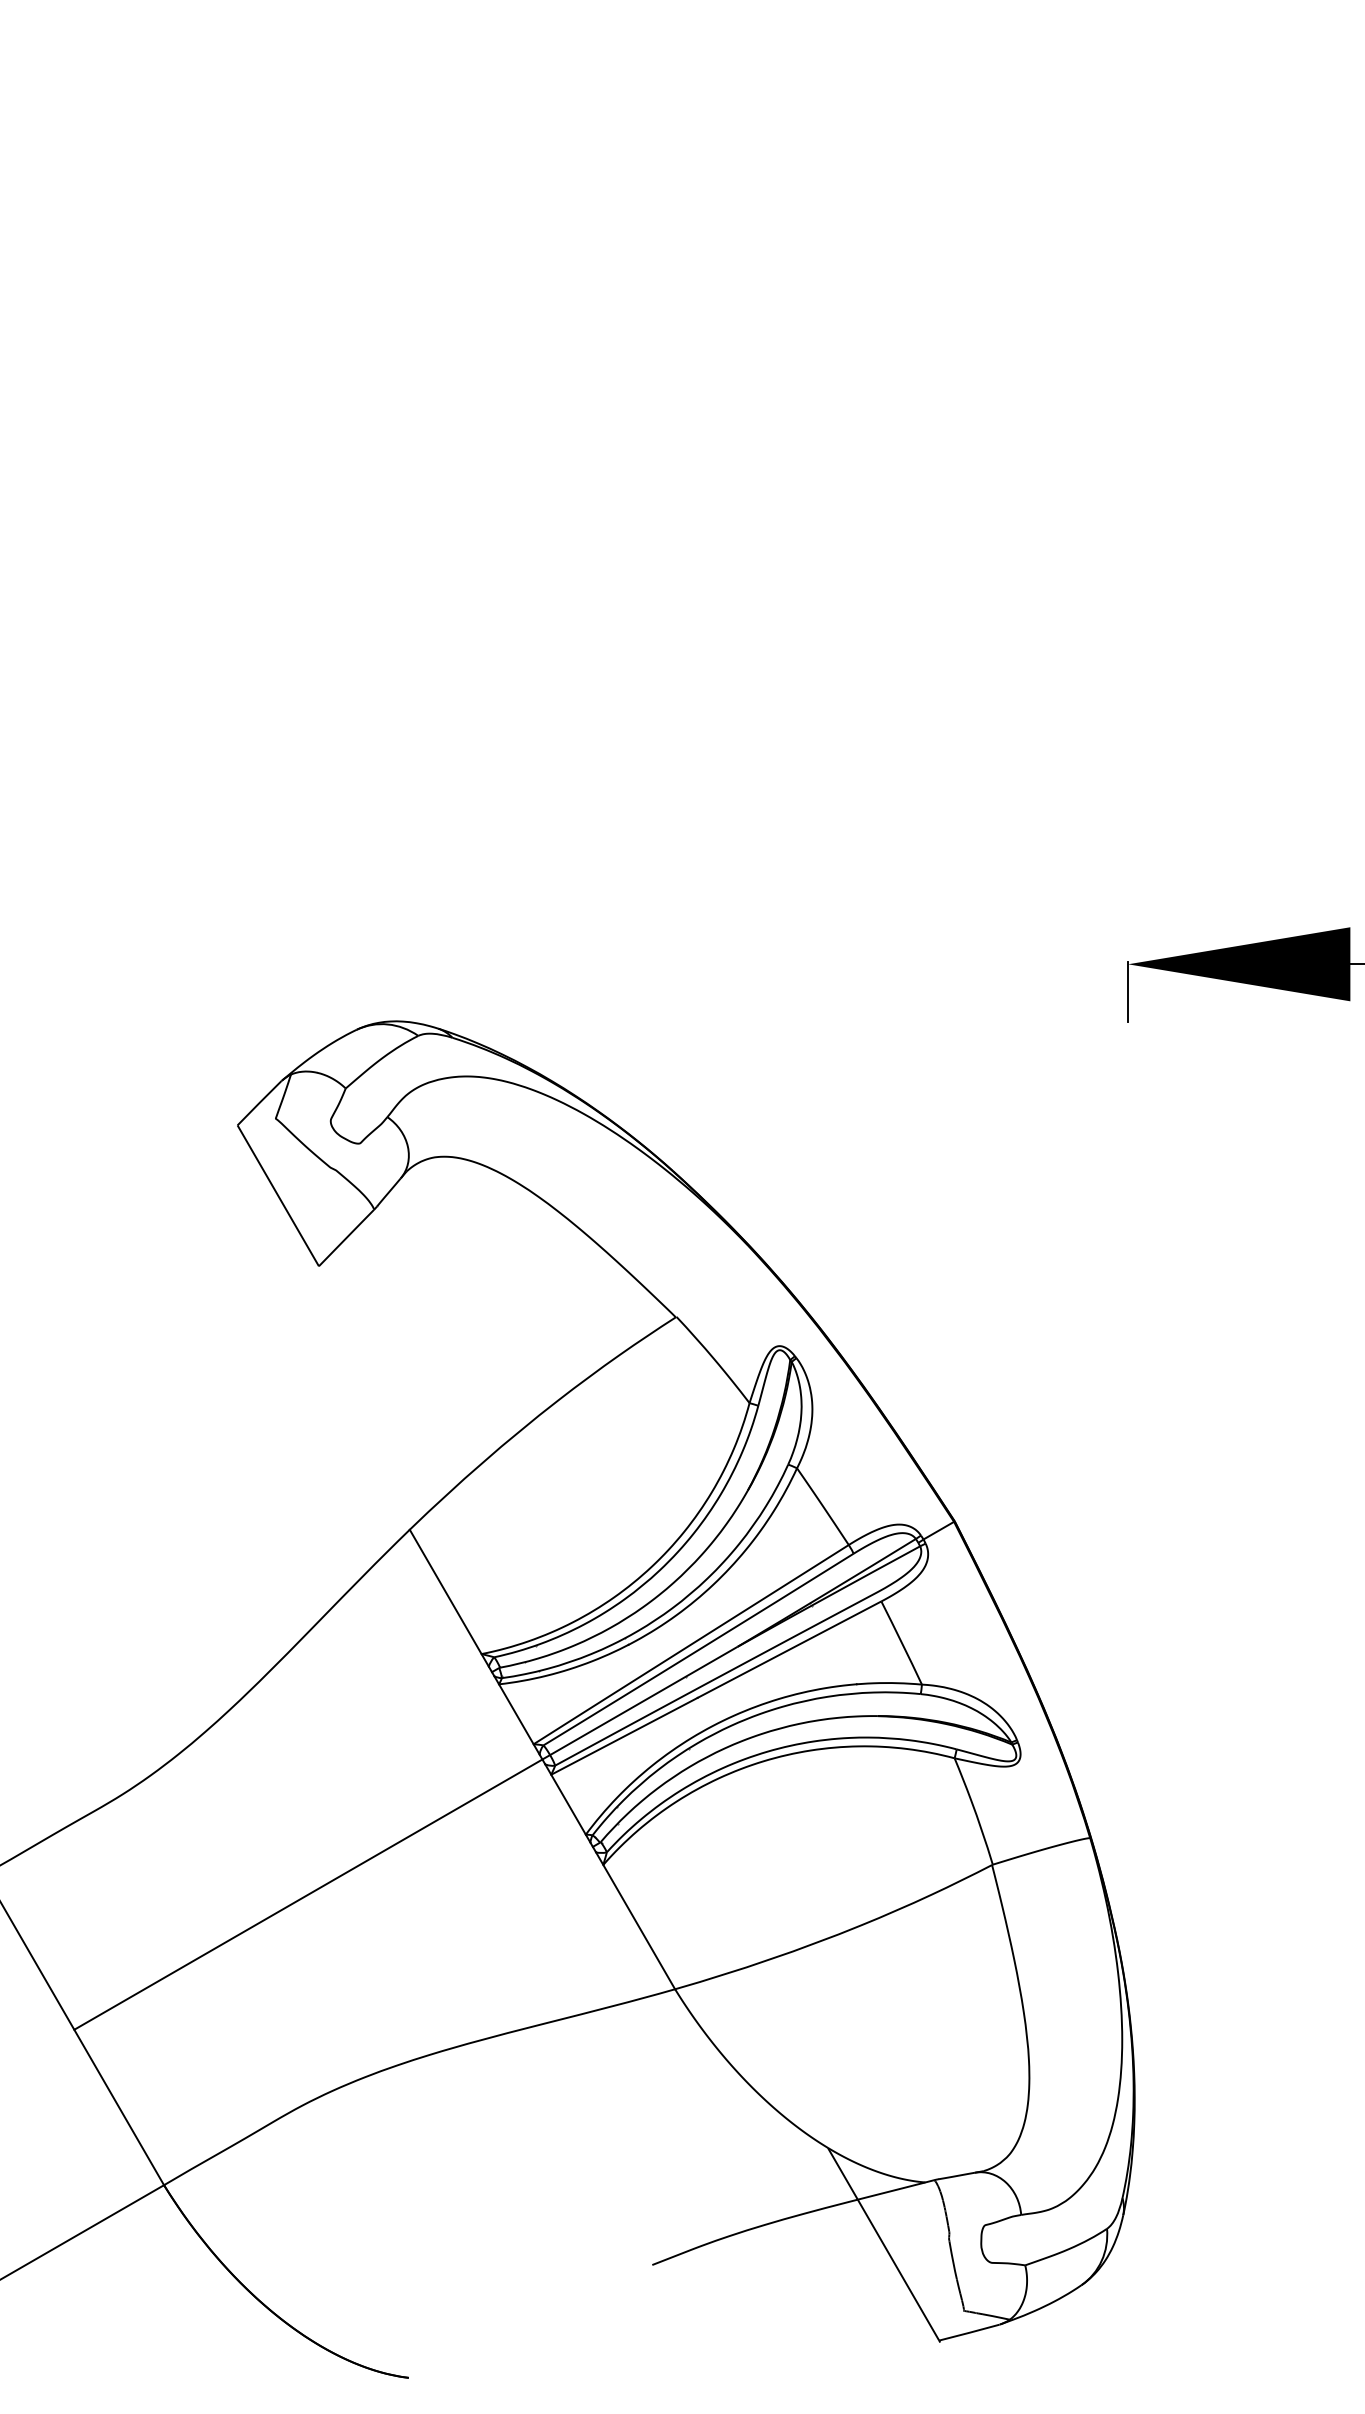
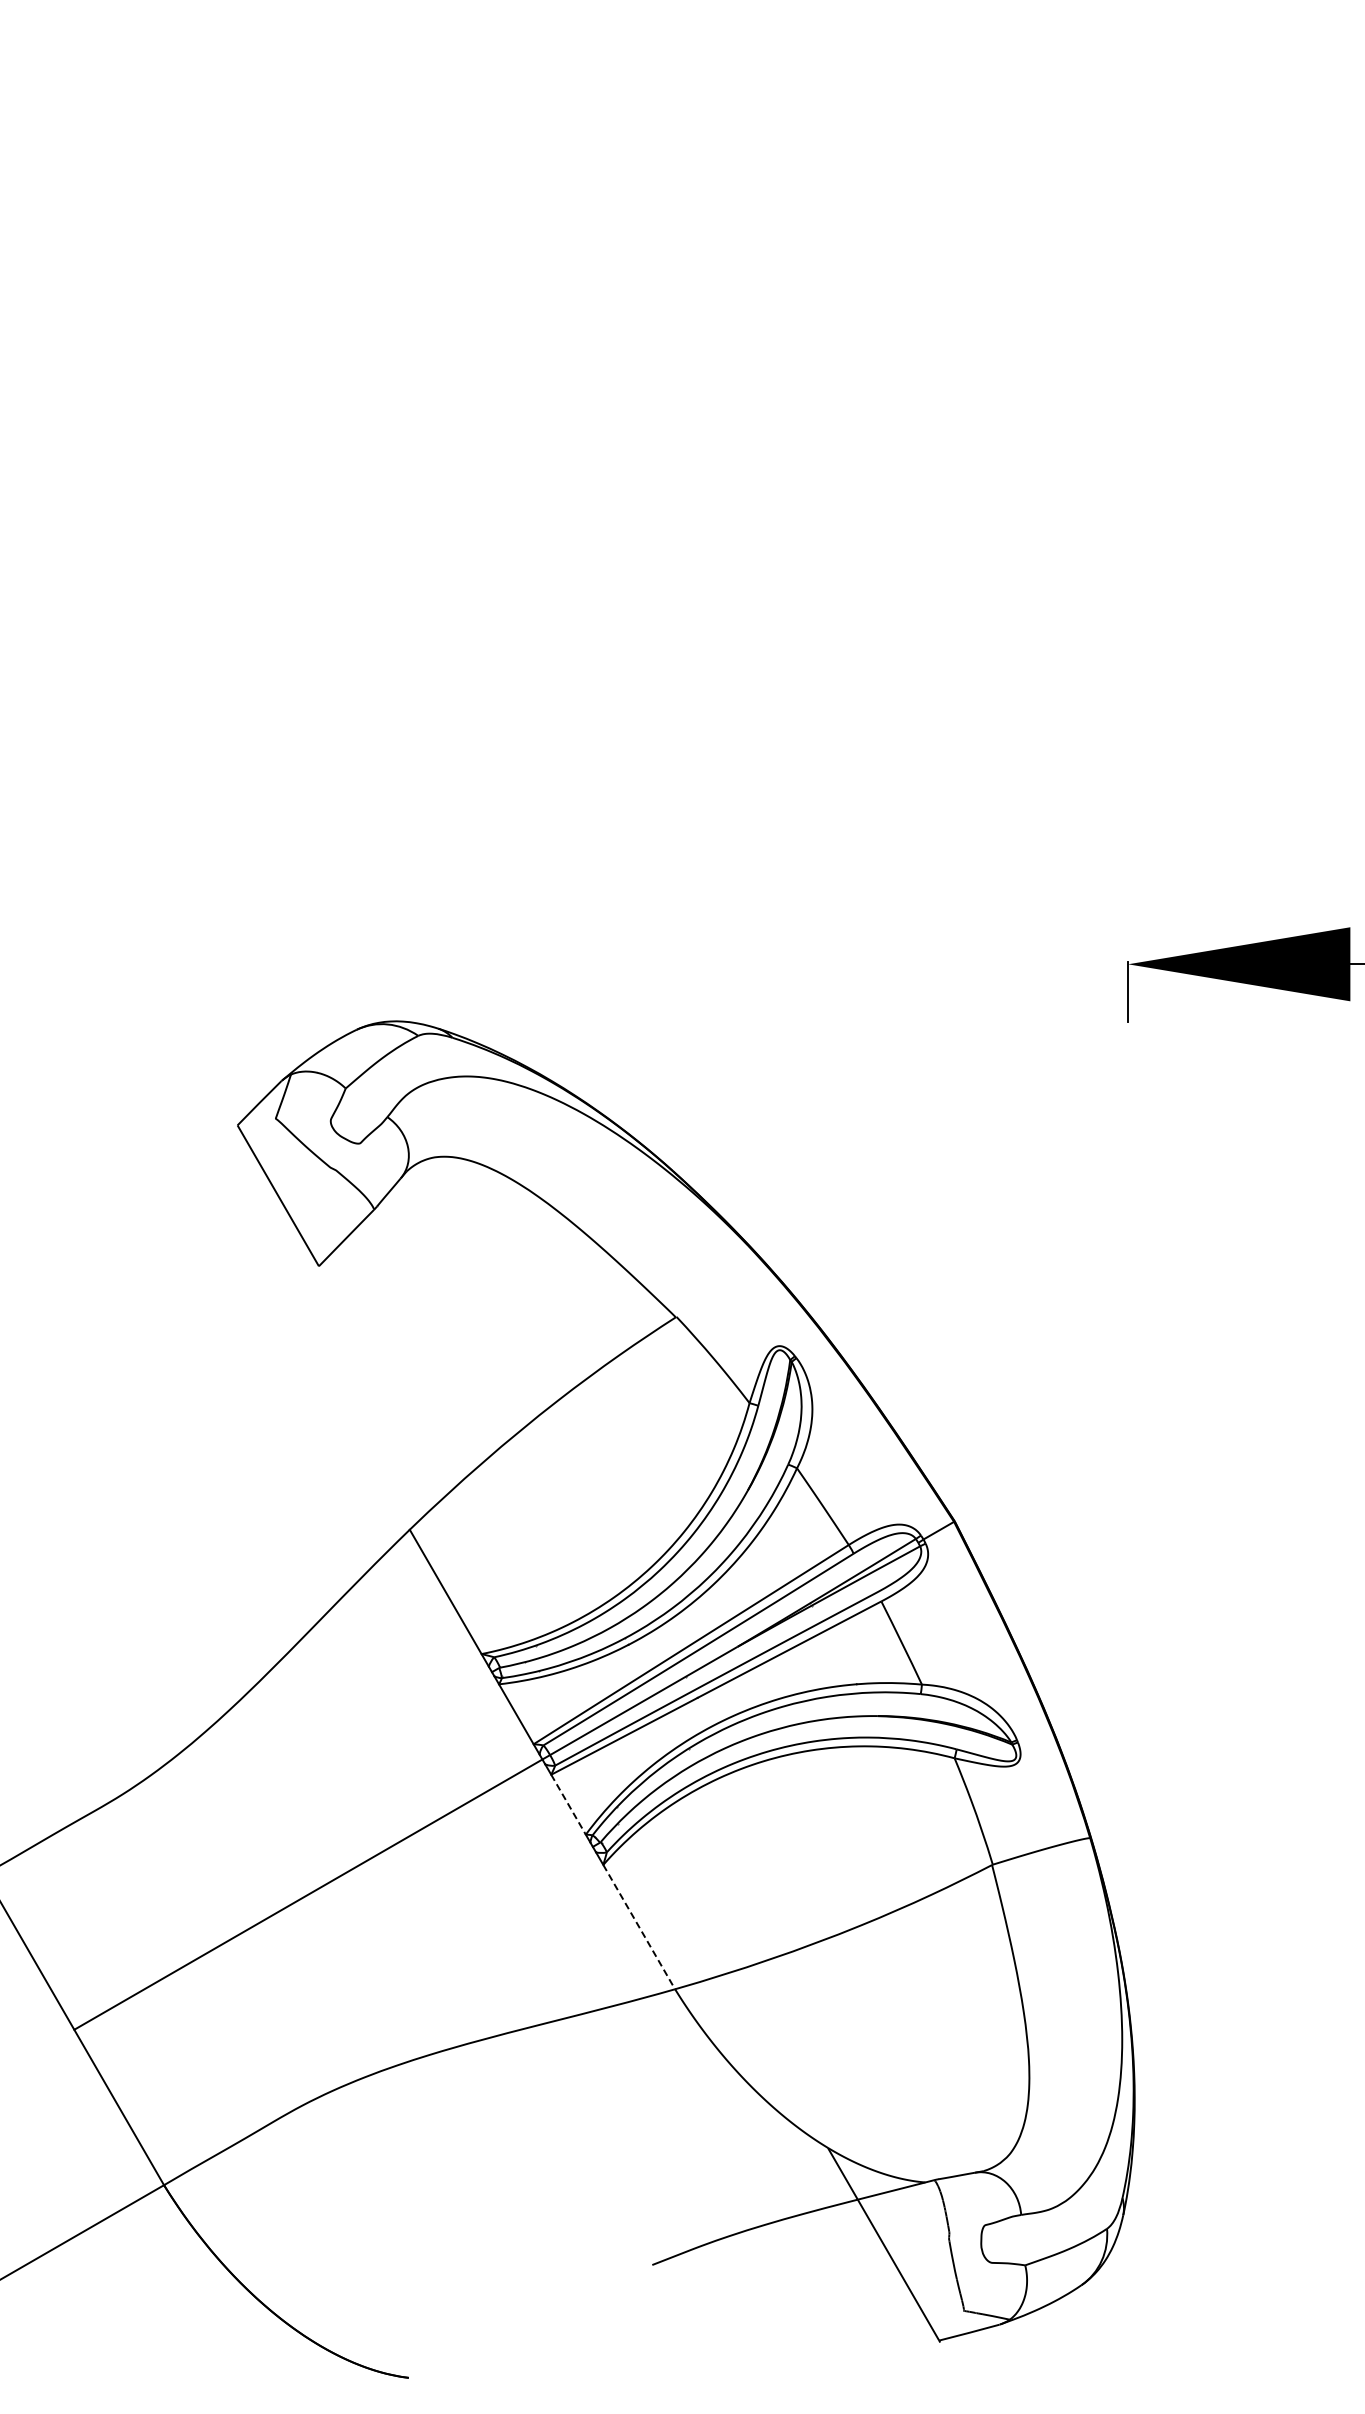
line at (568, 1804): solid -> dashed
line at (639, 1927): solid -> dashed
